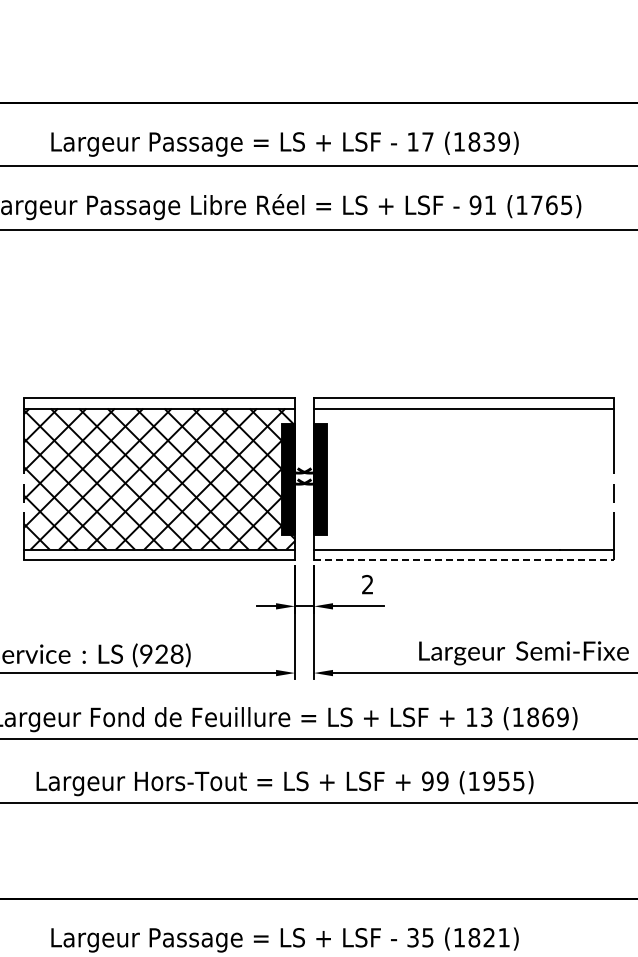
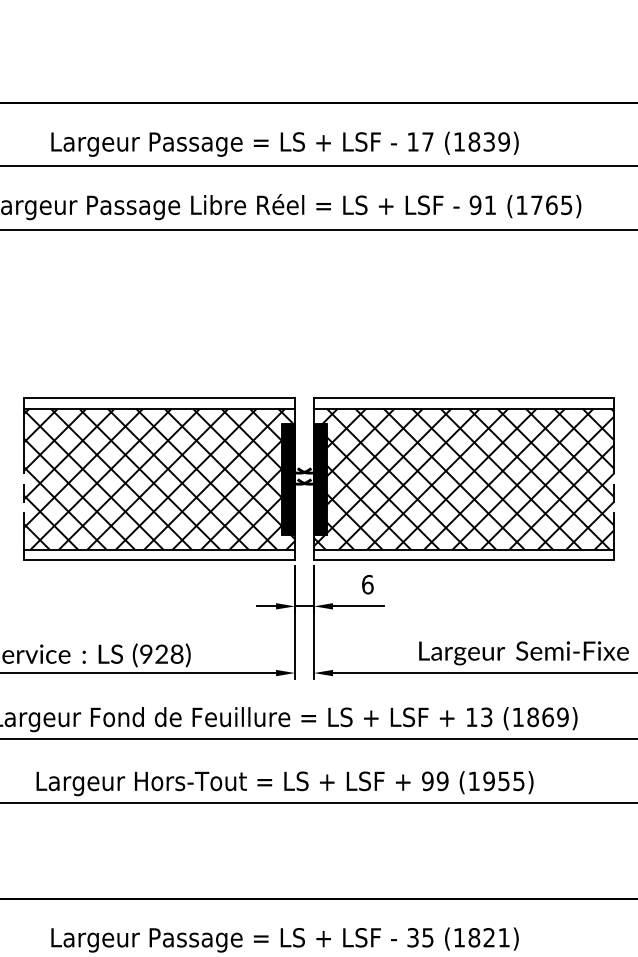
hatch at (464, 478): none -> present
line at (464, 559): dashed -> solid
text at (367, 584): 2 -> 6
